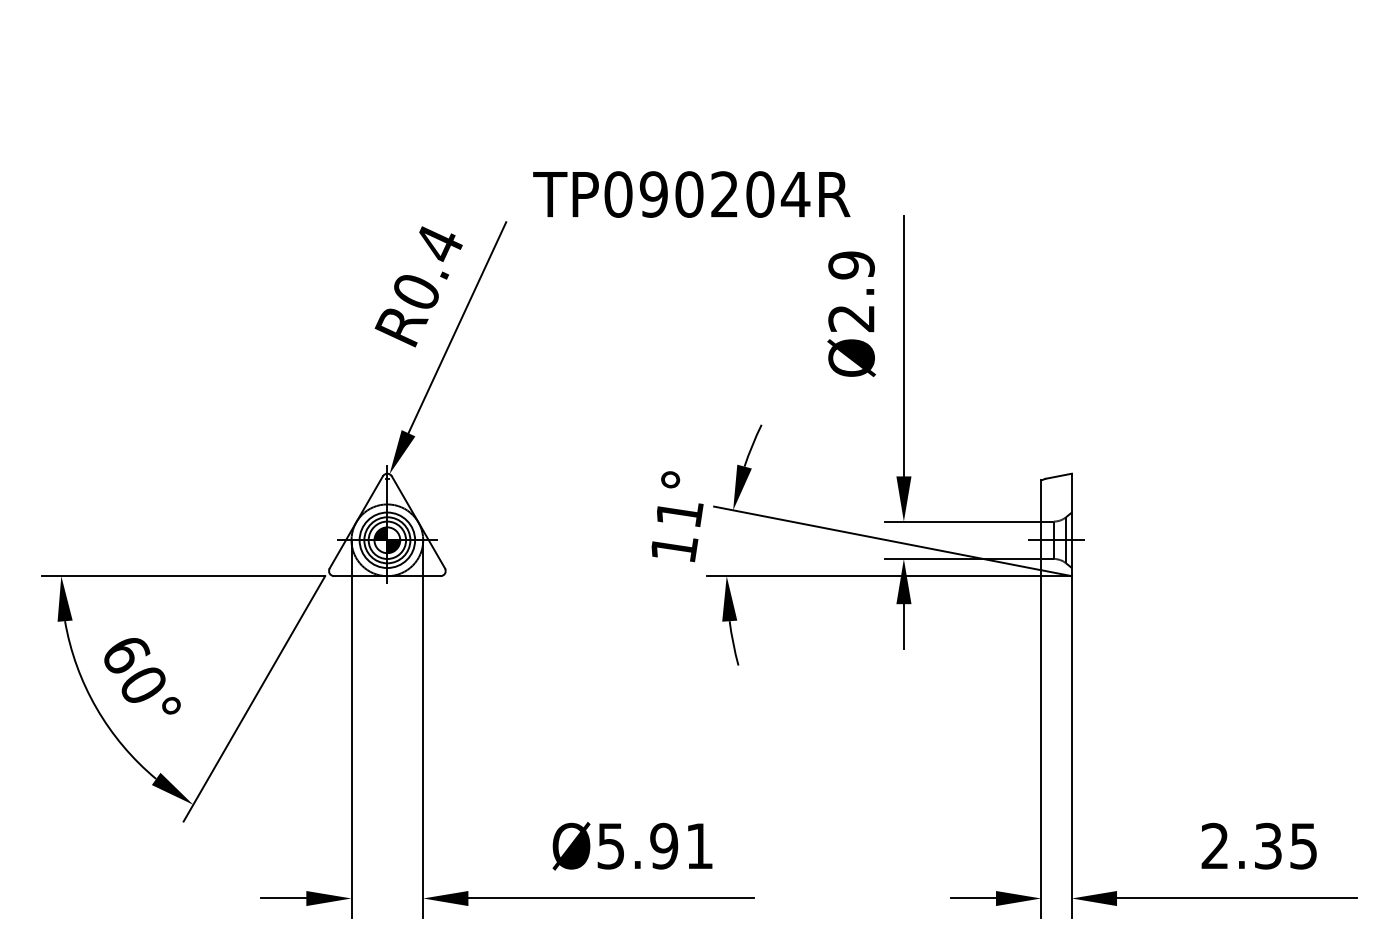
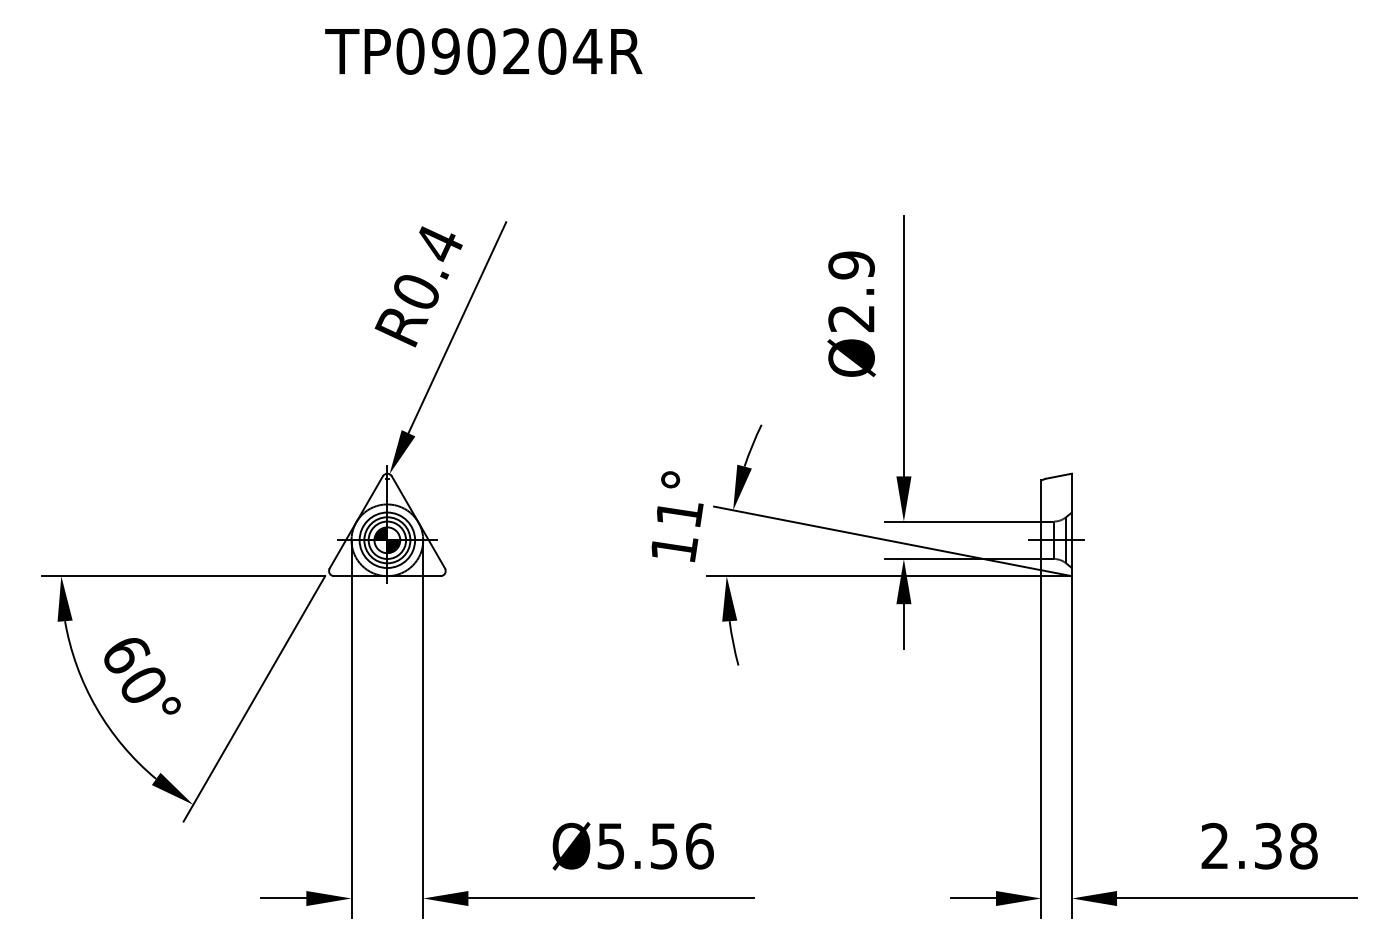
text at (691, 194) position: (691, 194) -> (483, 51)
text at (681, 845): Ø5.91 -> Ø5.56
text at (1303, 845): 2.35 -> 2.38
